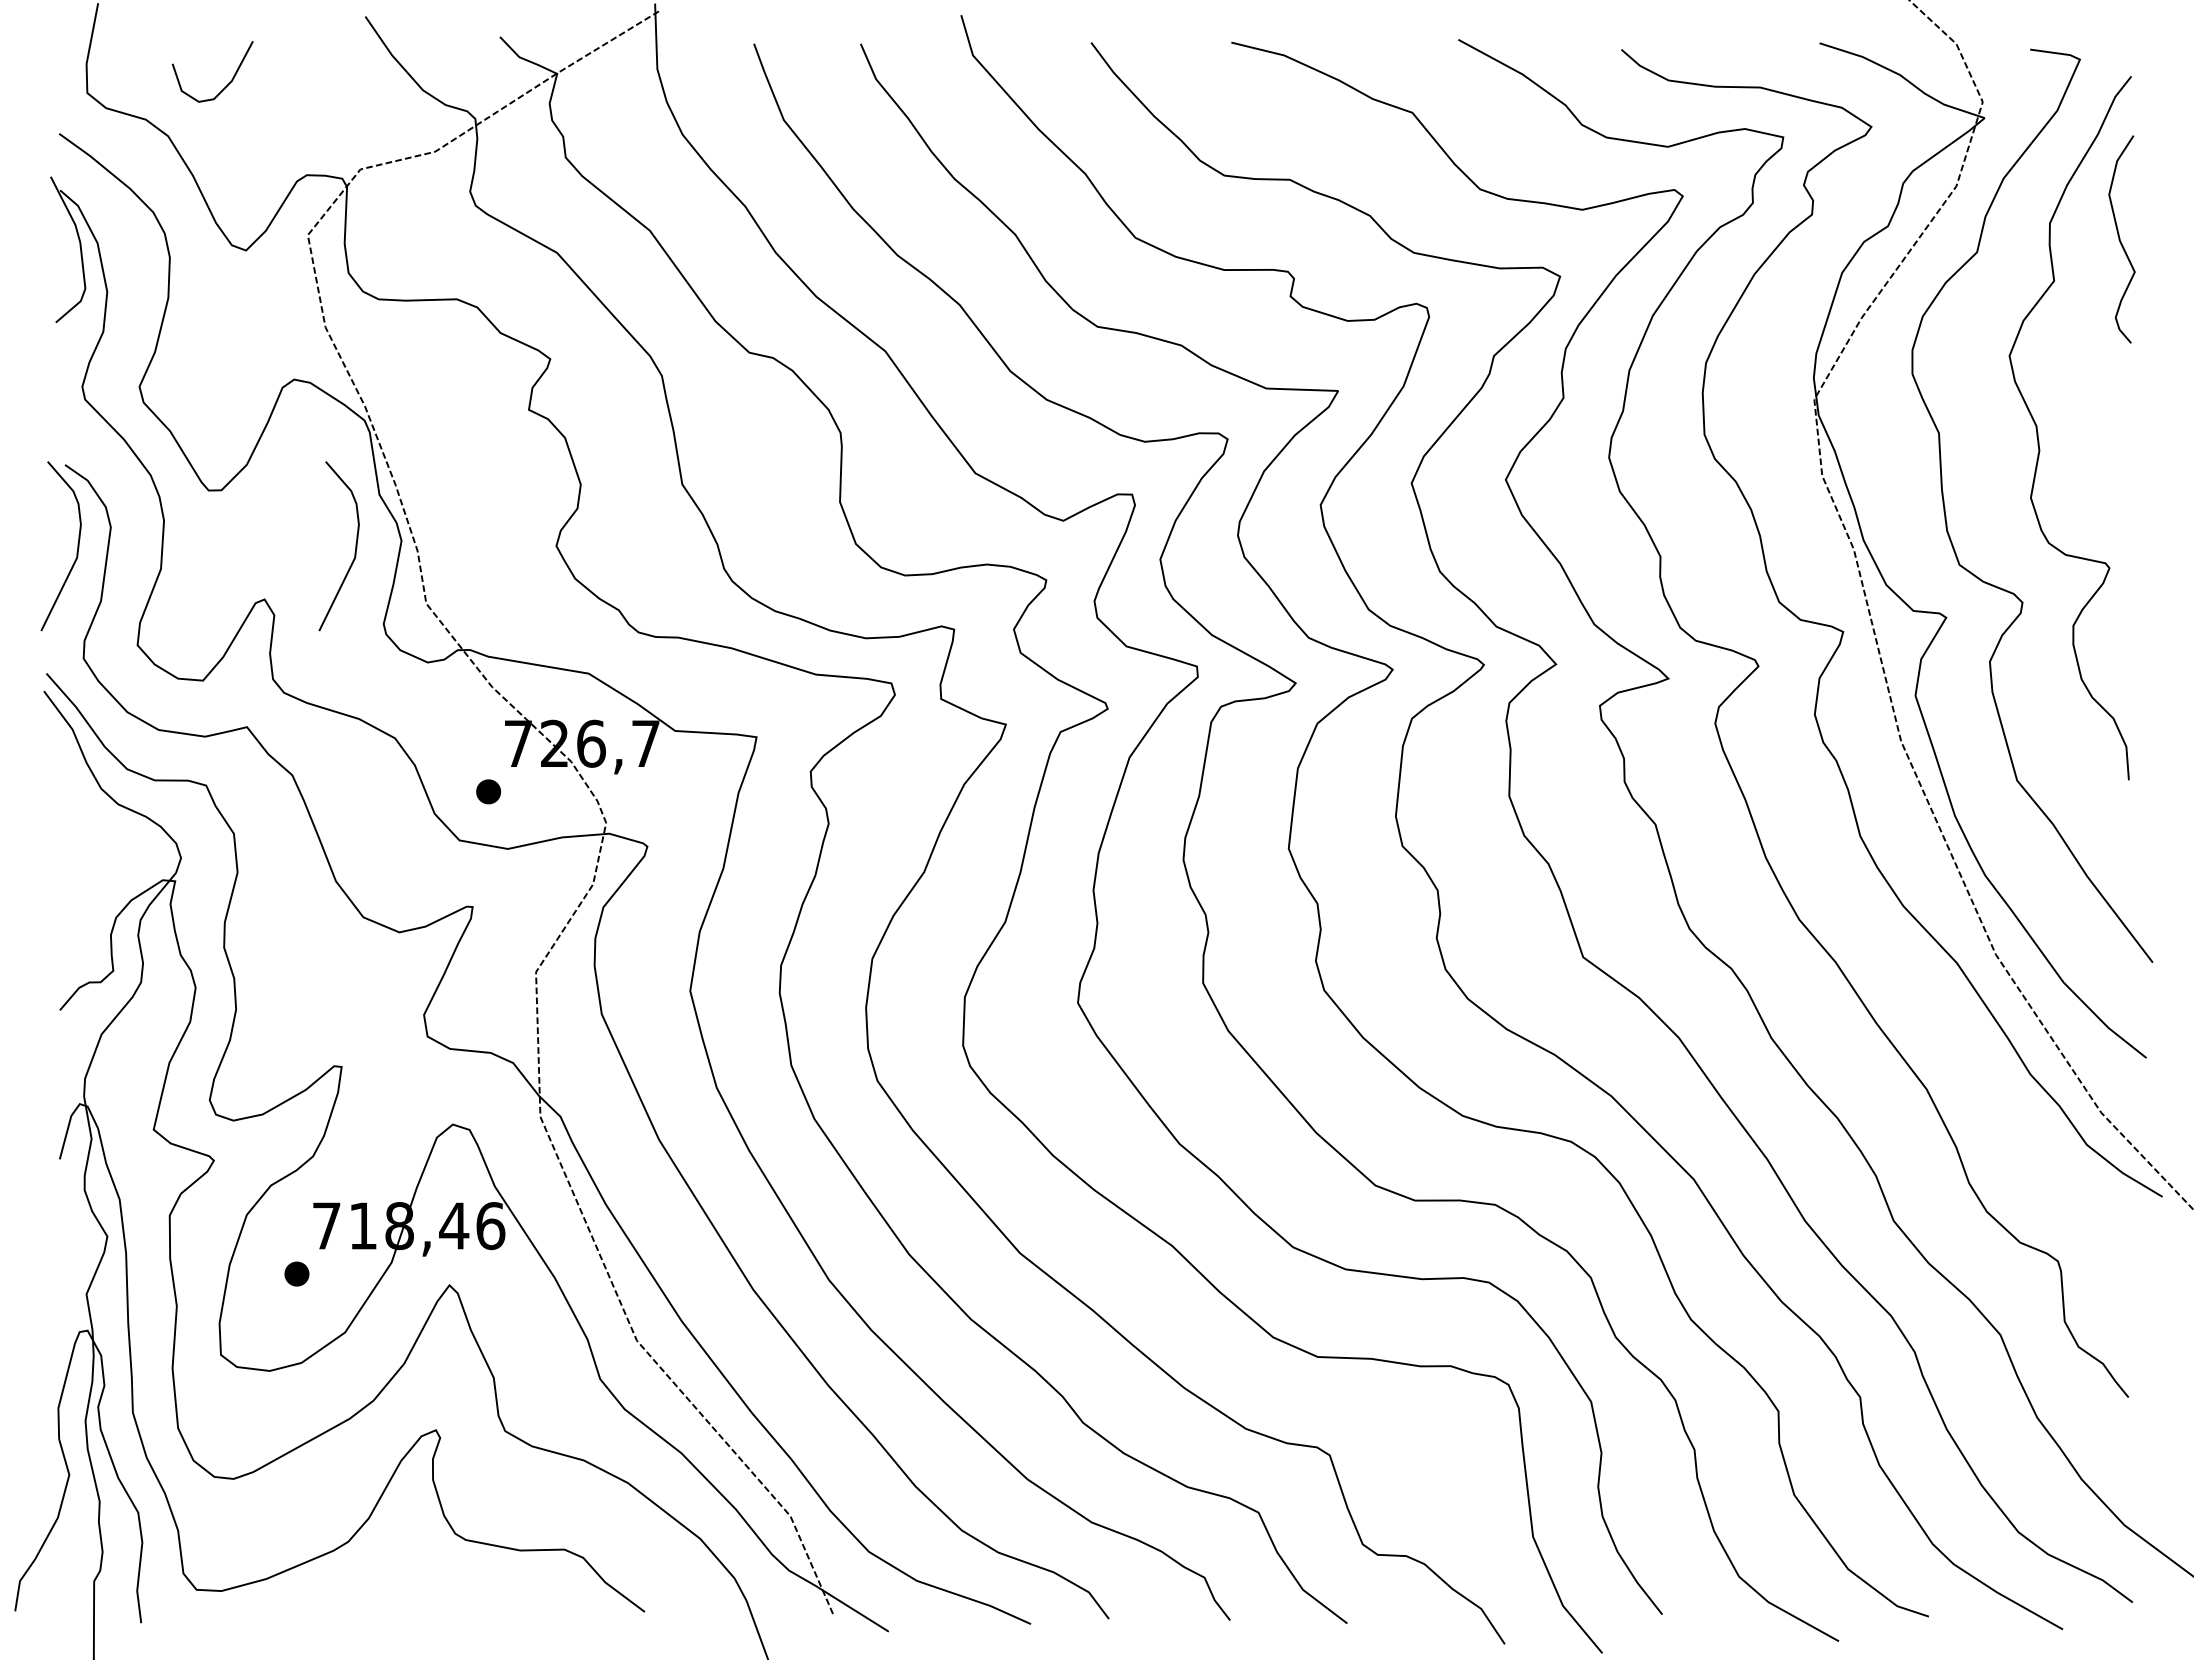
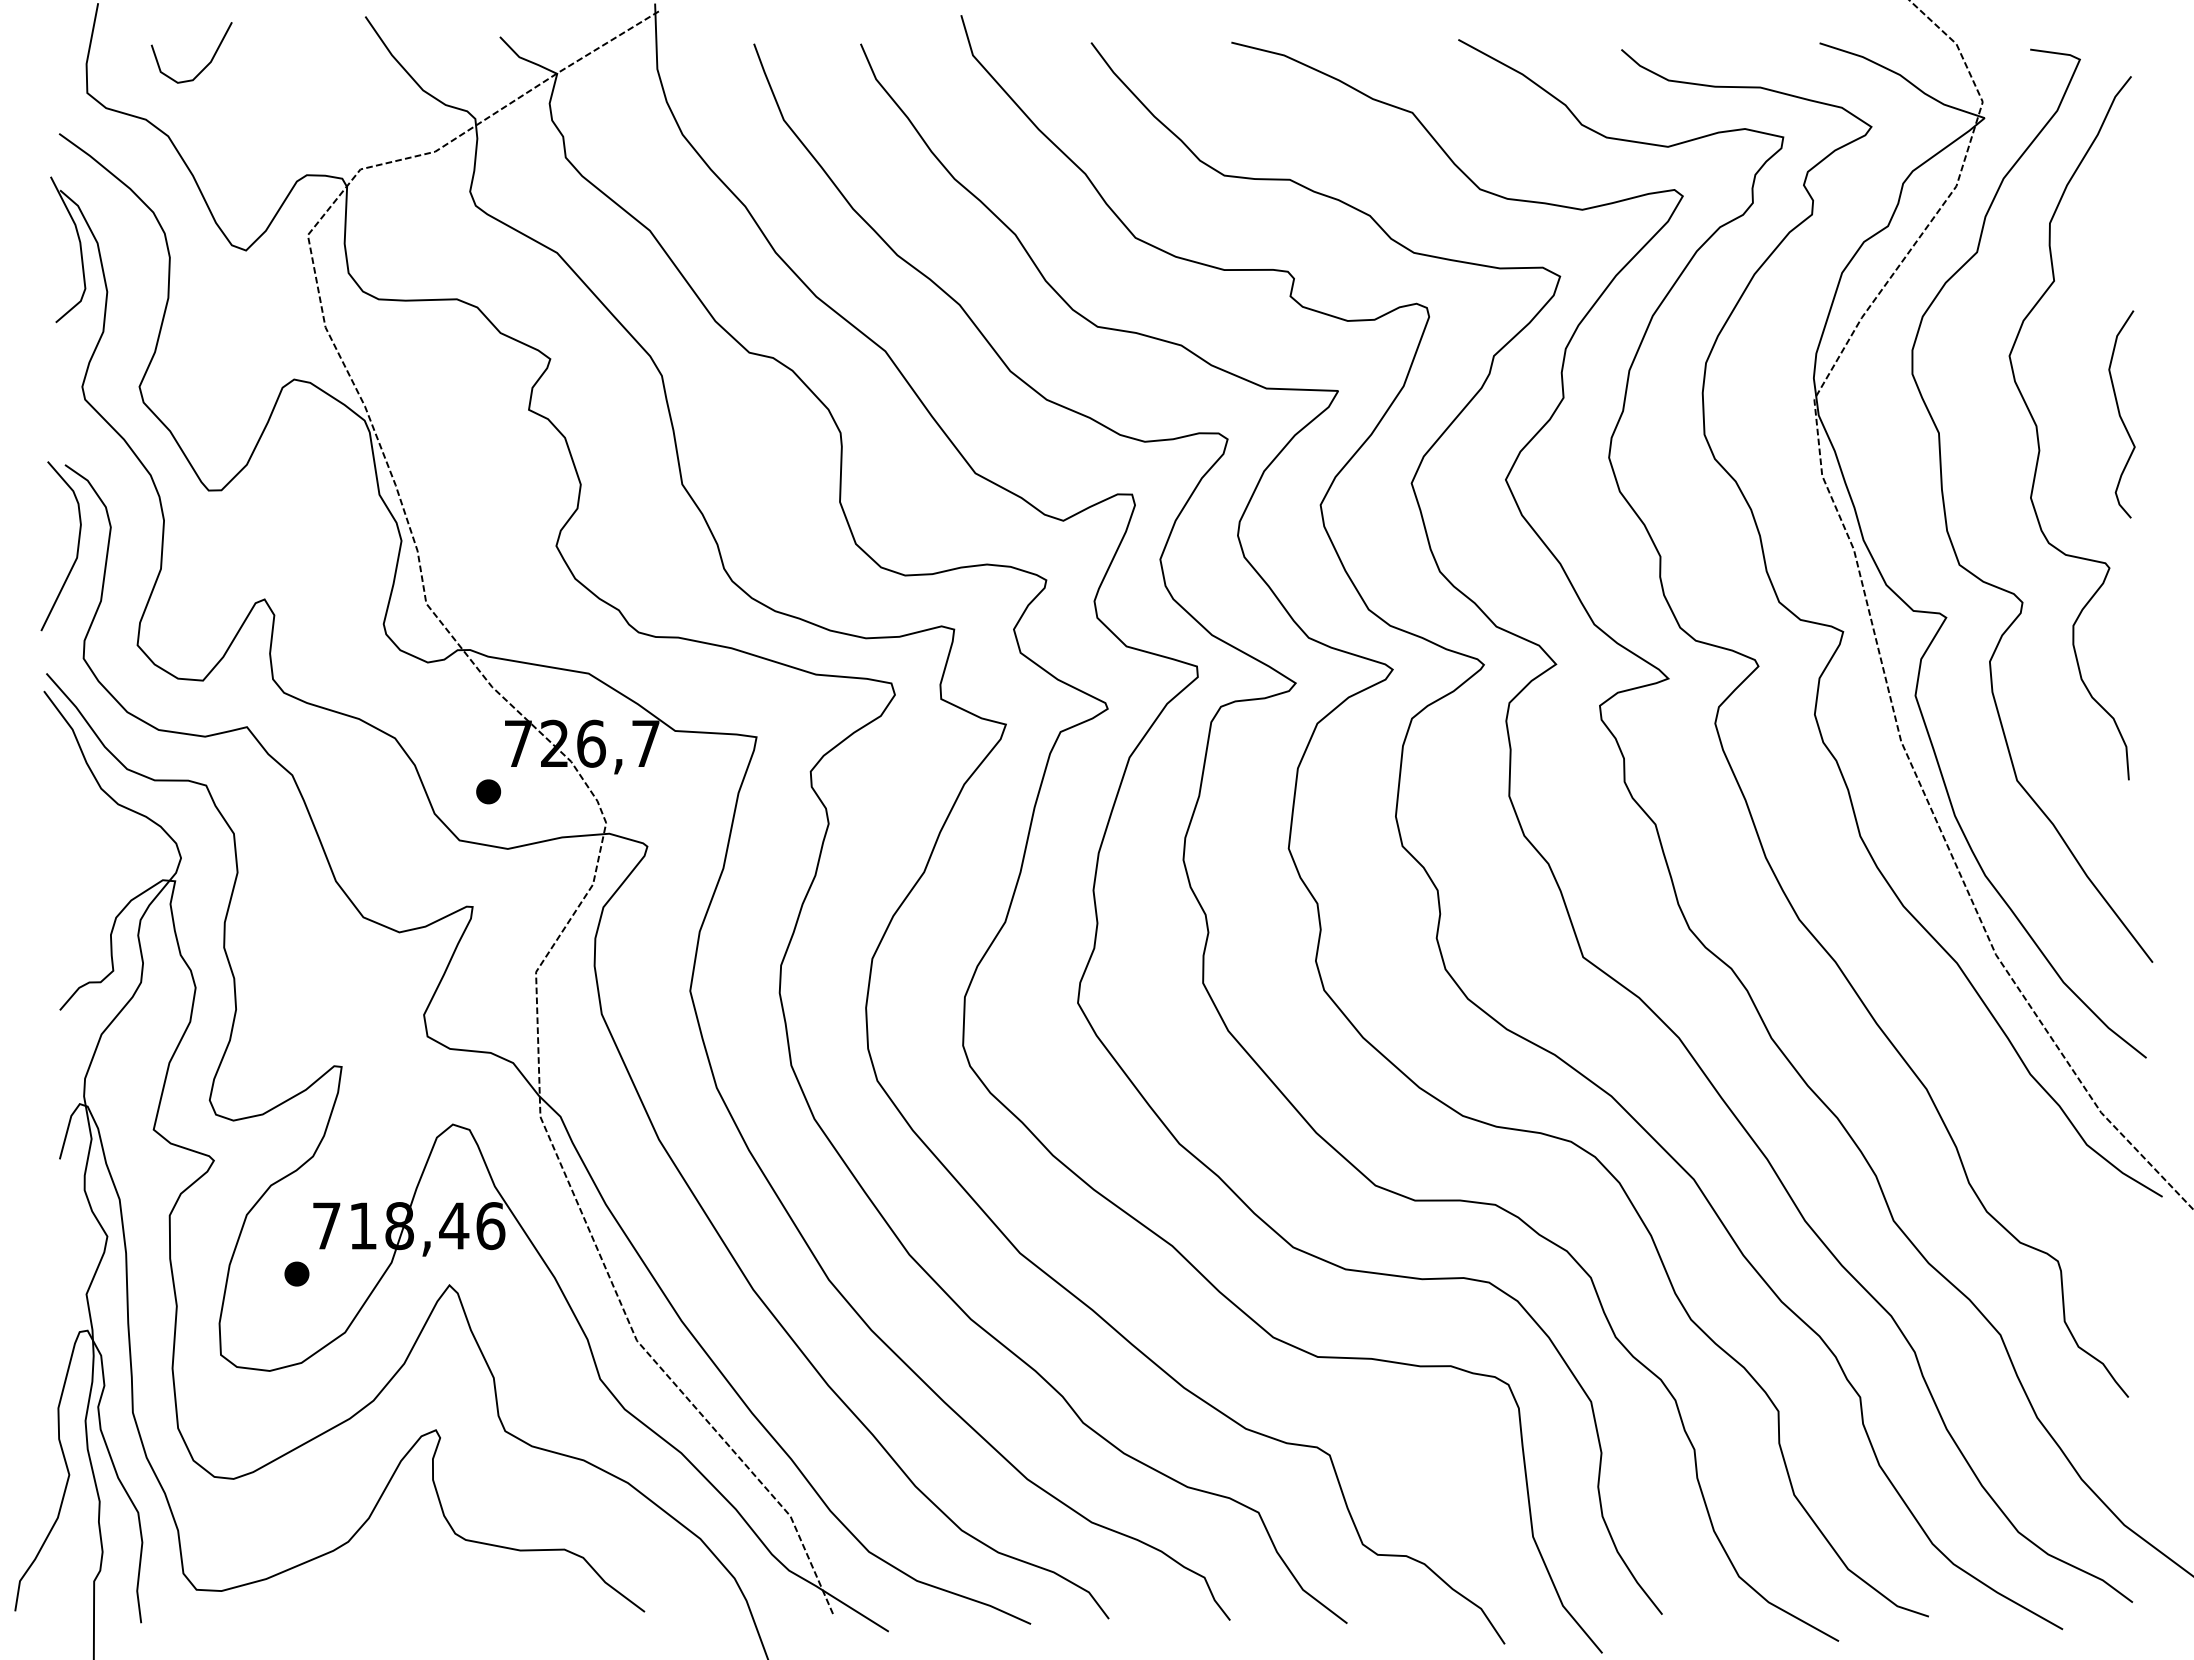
curve at (226, 85) position: (226, 85) -> (205, 66)
part at (2121, 239) position: (2121, 239) -> (2121, 414)
curve at (355, 546): present -> none
